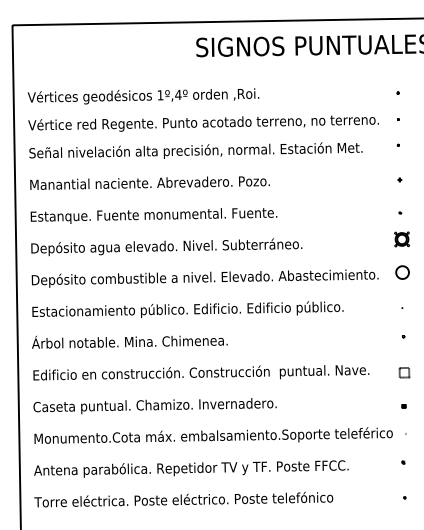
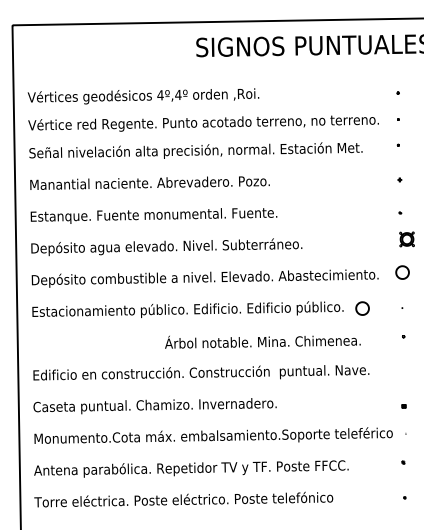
text at (160, 95): 1º,4º -> 4º,4º
part at (401, 239) position: (401, 239) -> (406, 239)
part at (362, 308): none -> present
text at (129, 341) position: (129, 341) -> (262, 341)
part at (404, 372): present -> none
